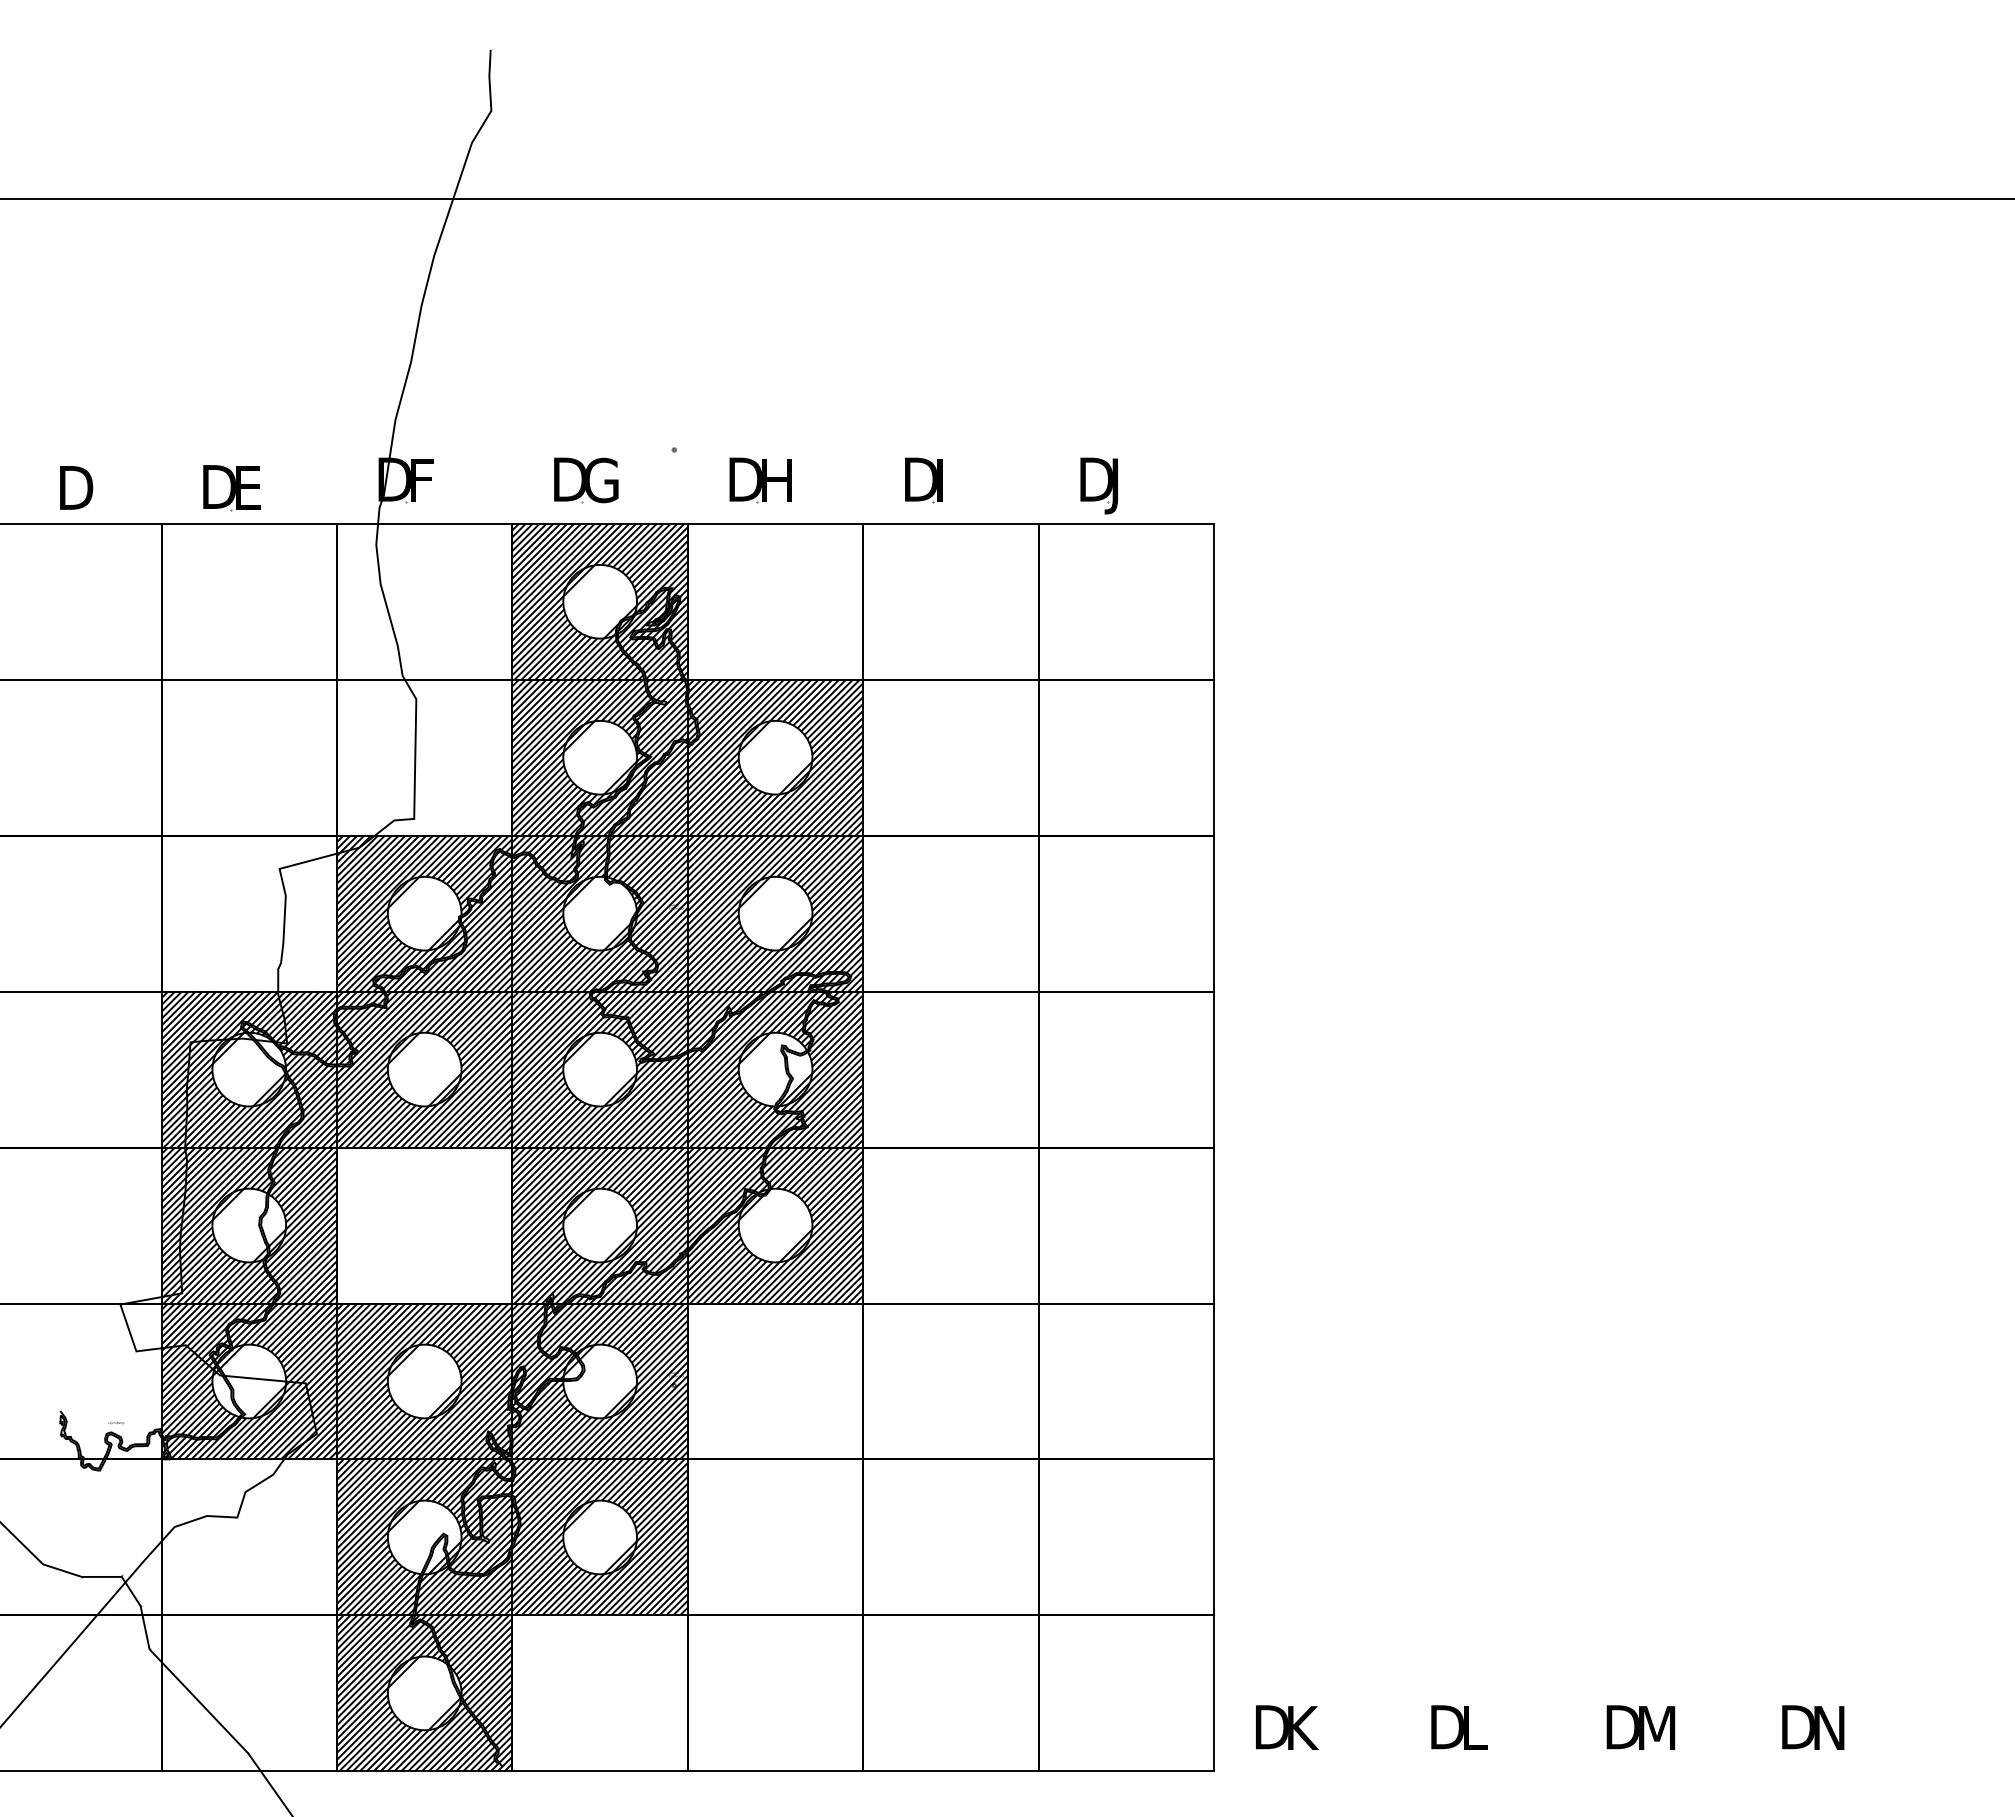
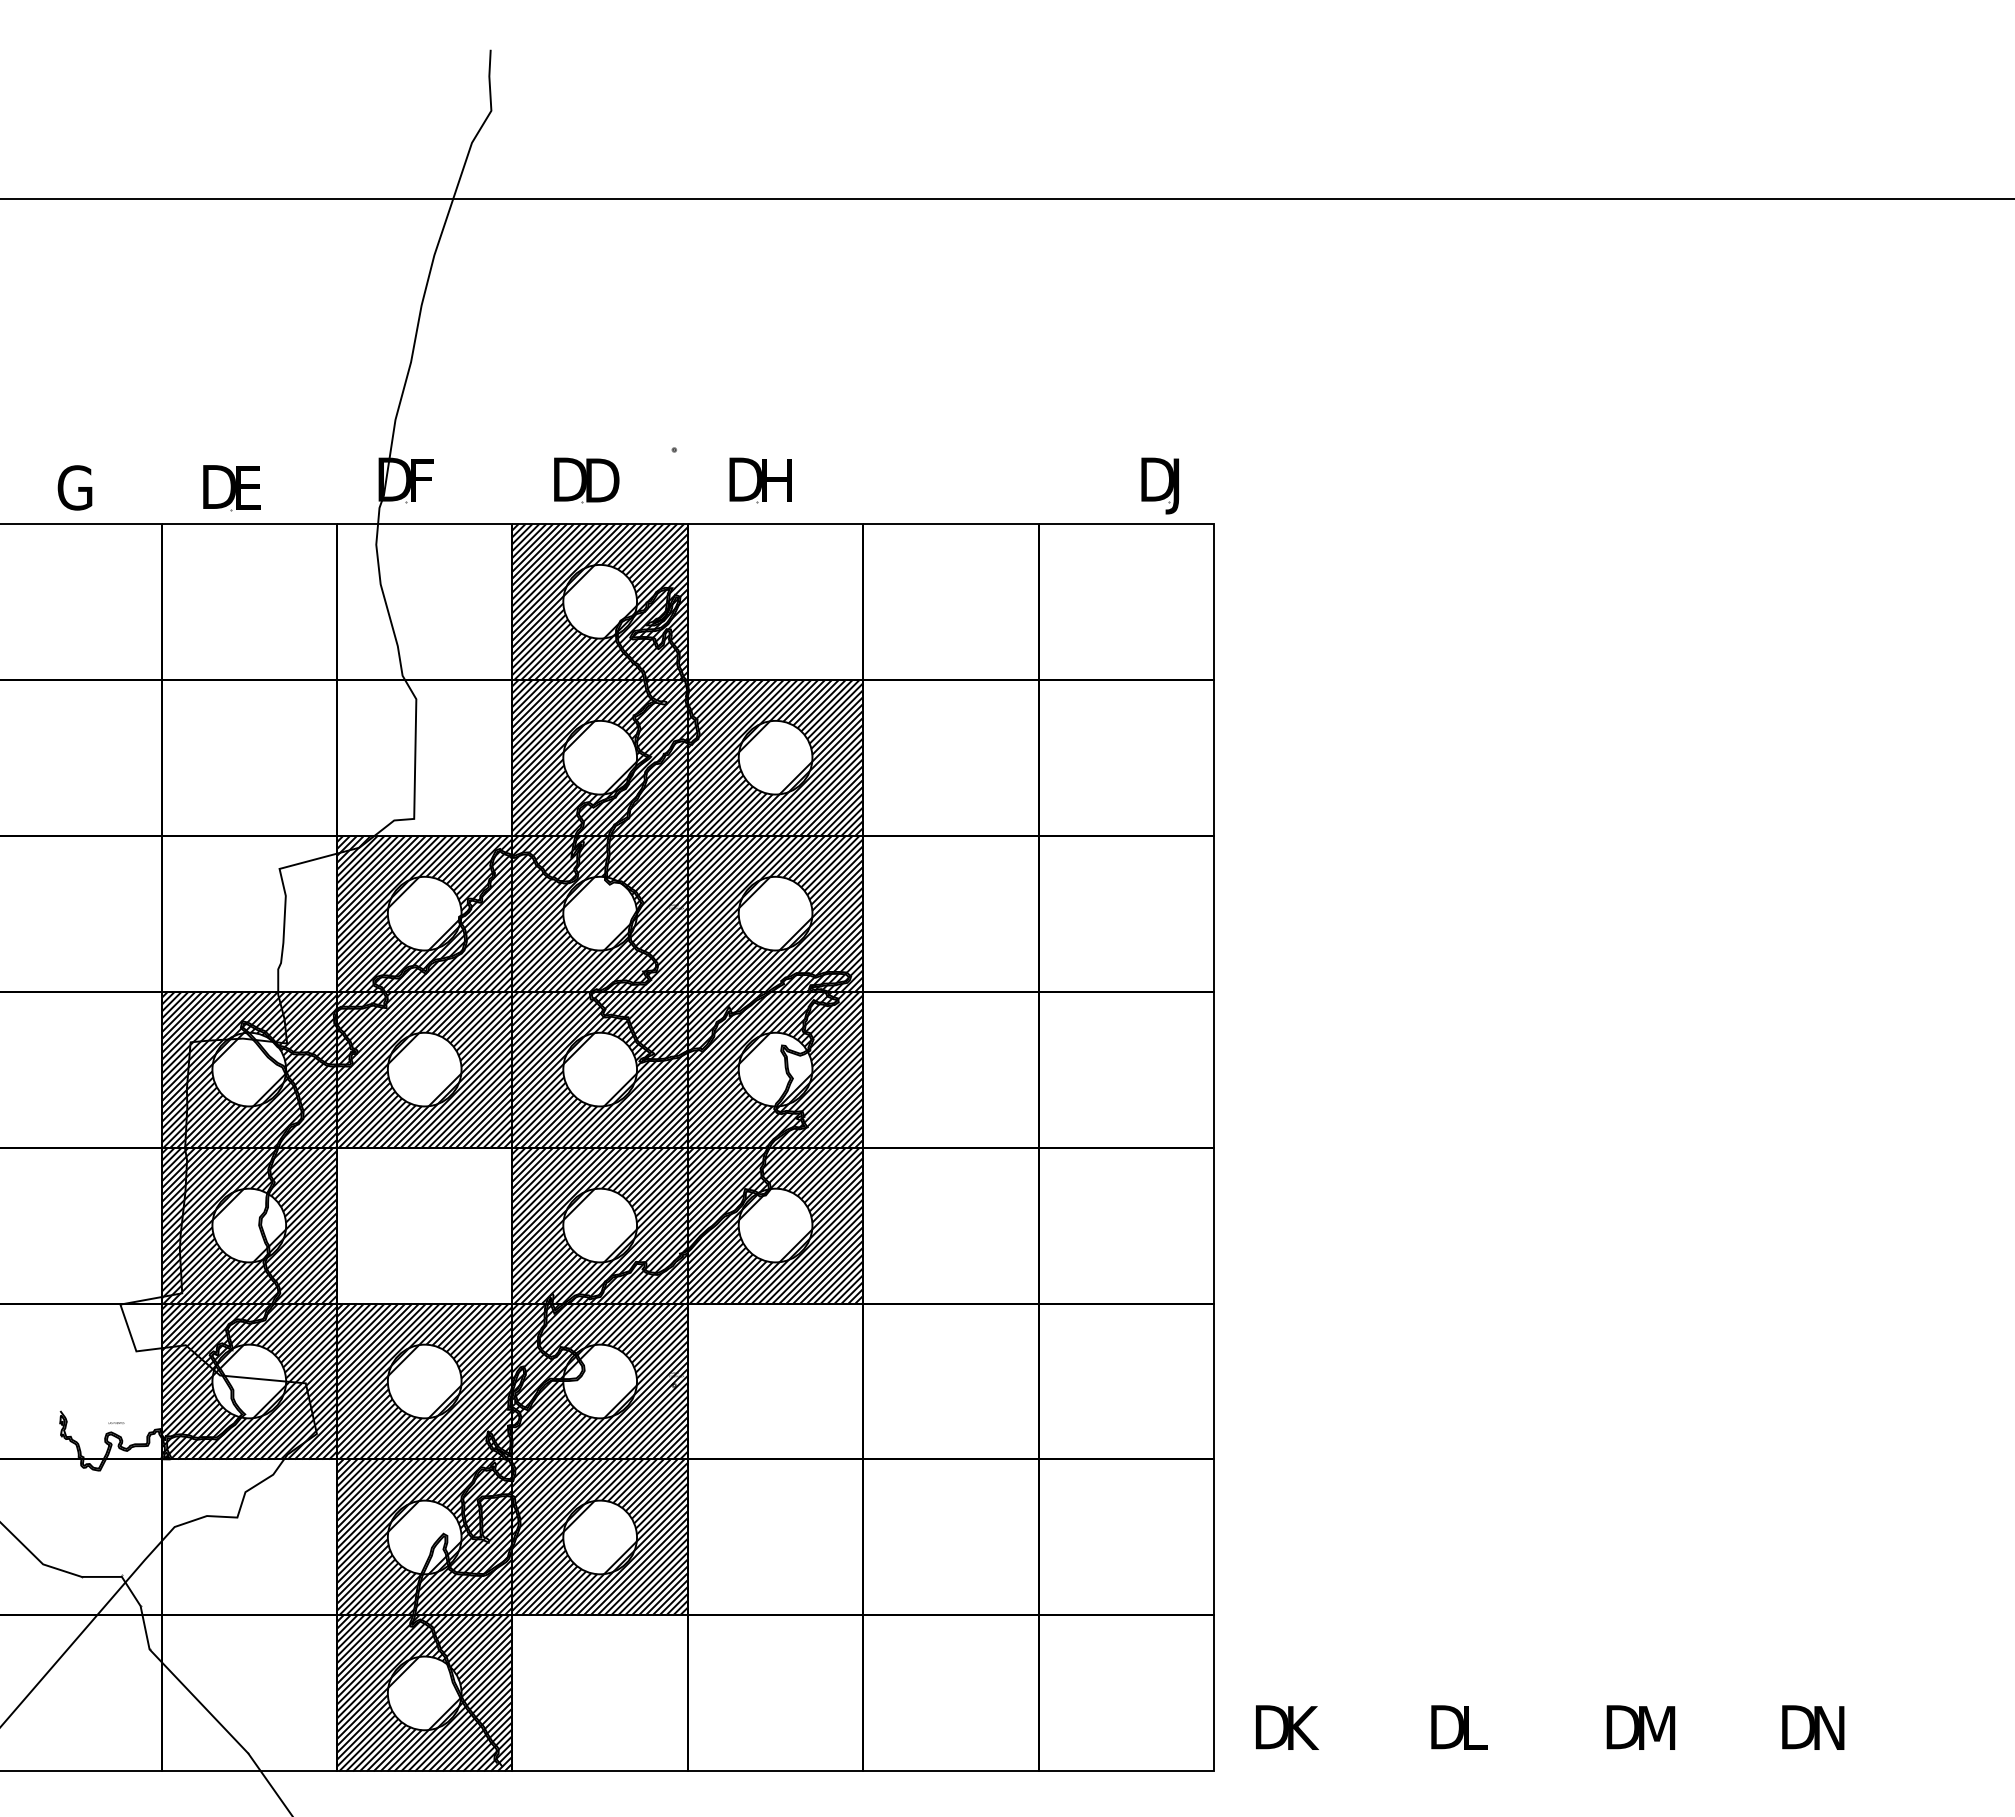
text at (602, 480): G -> D
part at (923, 480): present -> none
part at (1098, 485) position: (1098, 485) -> (1159, 485)
text at (75, 487): D -> G
